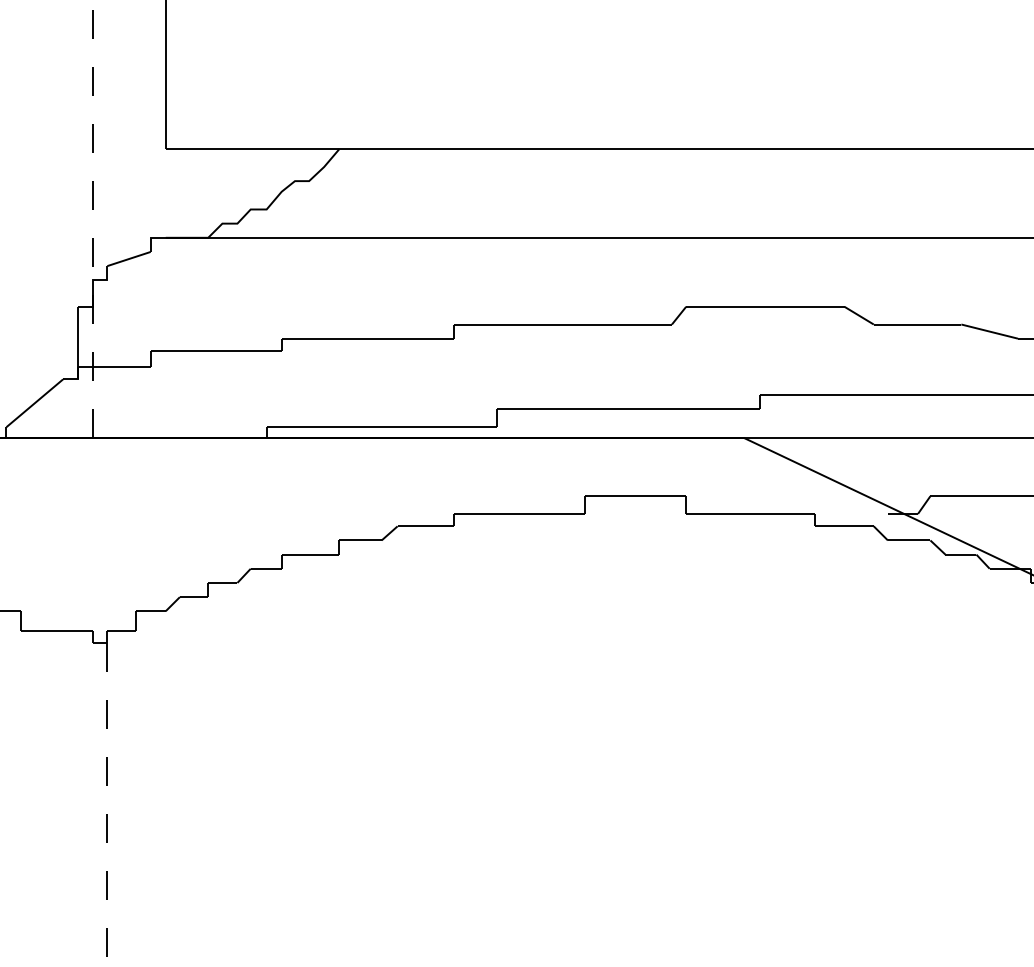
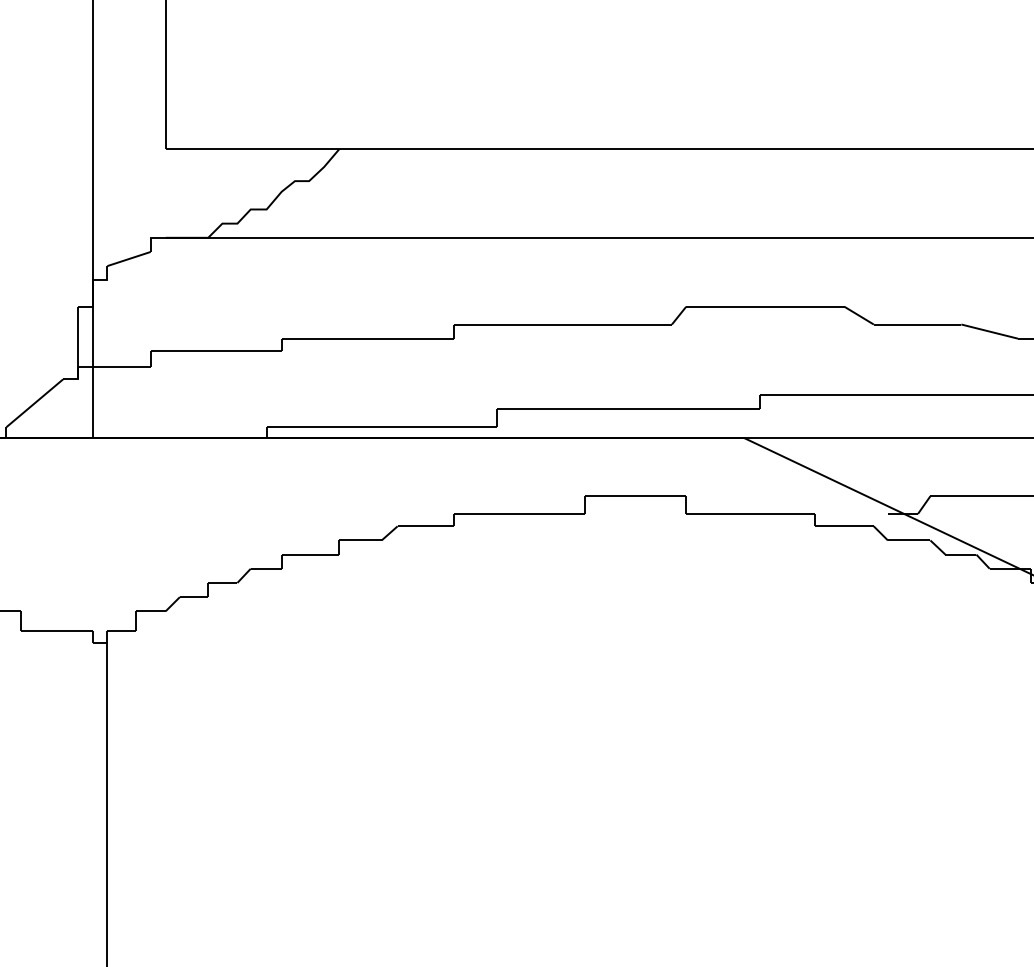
line at (93, 218): dashed -> solid
line at (107, 805): dashed -> solid
